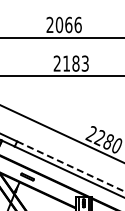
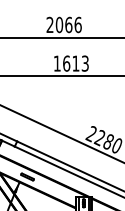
text at (66, 63): 2183 -> 1613
line at (71, 166): dashed -> solid
